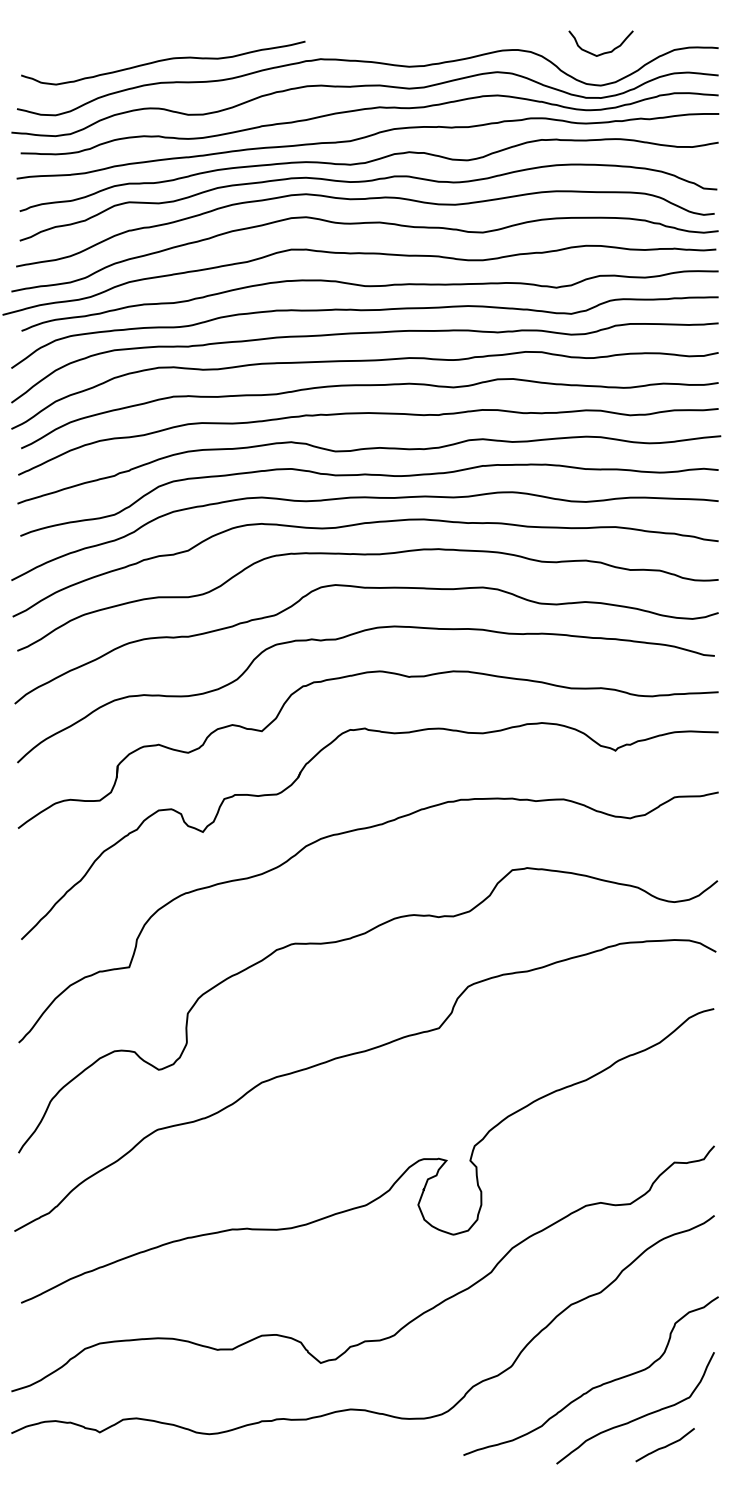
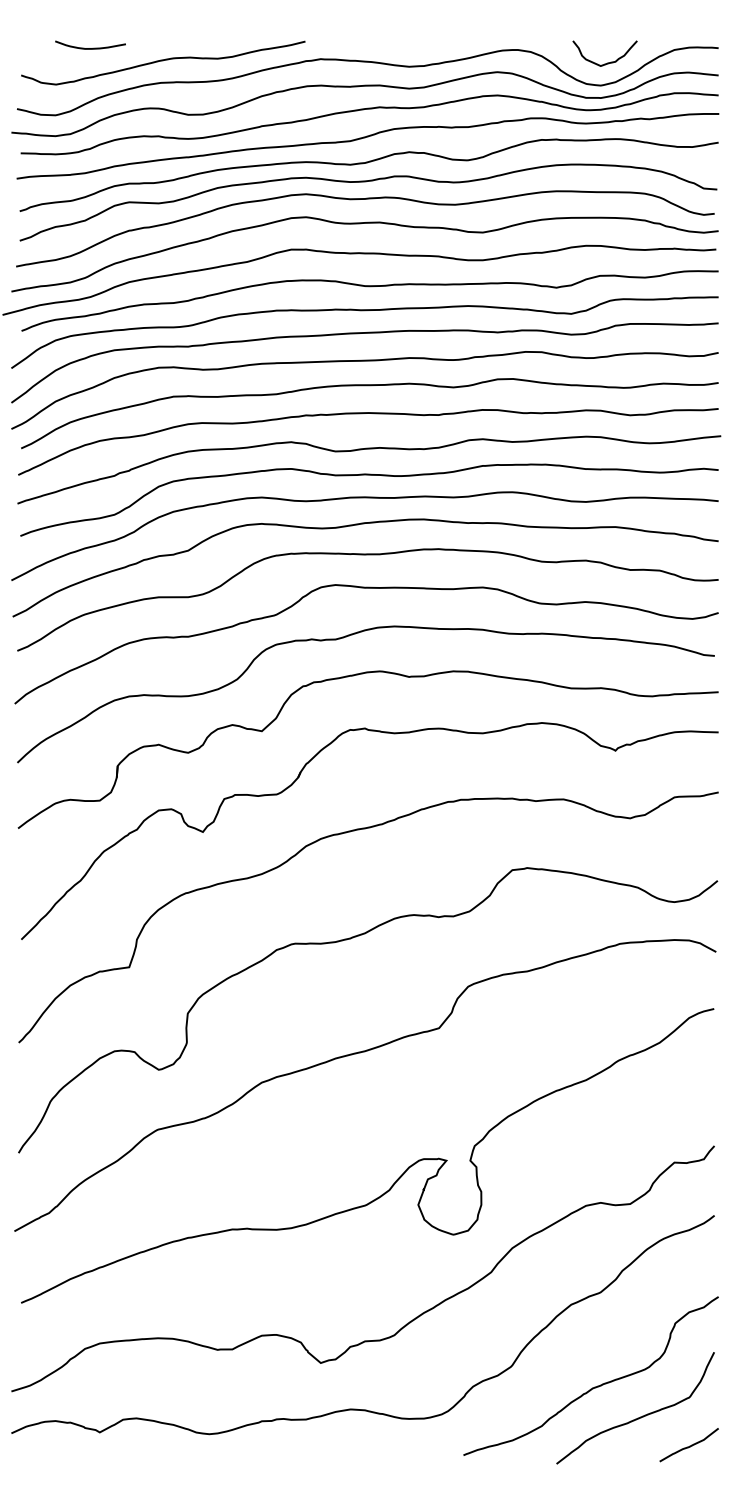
curve at (90, 48): none -> present
curve at (603, 52) position: (603, 52) -> (607, 62)
curve at (665, 1445) position: (665, 1445) -> (689, 1445)
